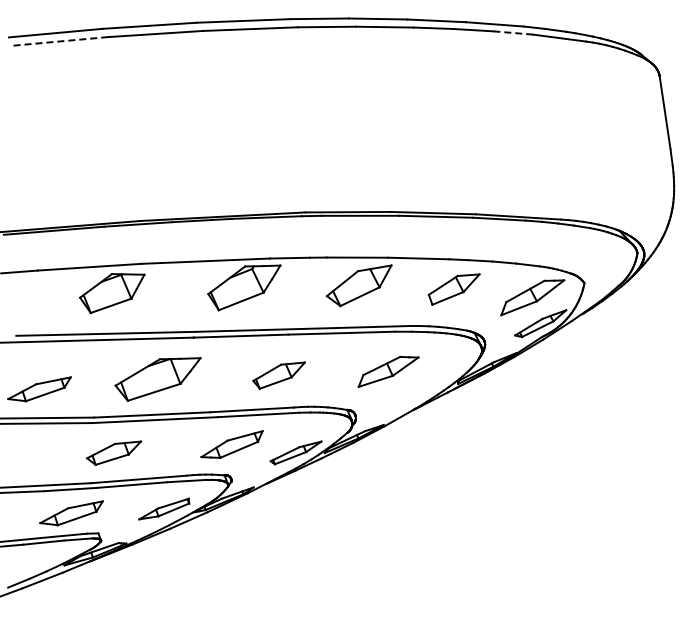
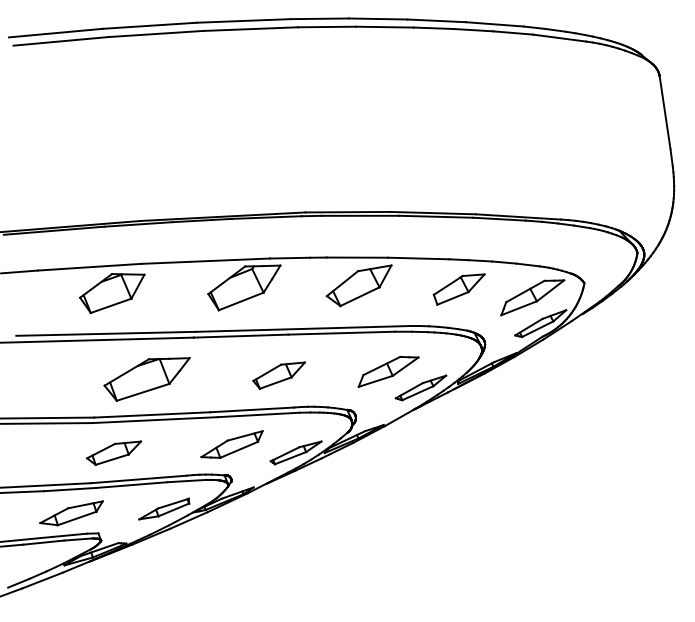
line at (513, 32): dashed -> solid
line at (61, 41): dashed -> solid
part at (453, 289) position: (453, 289) -> (458, 289)
part at (157, 379) position: (157, 379) -> (146, 379)
part at (420, 387): none -> present
part at (39, 389): present -> none
